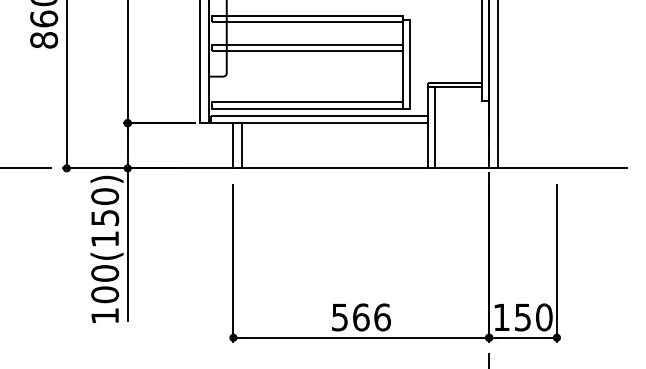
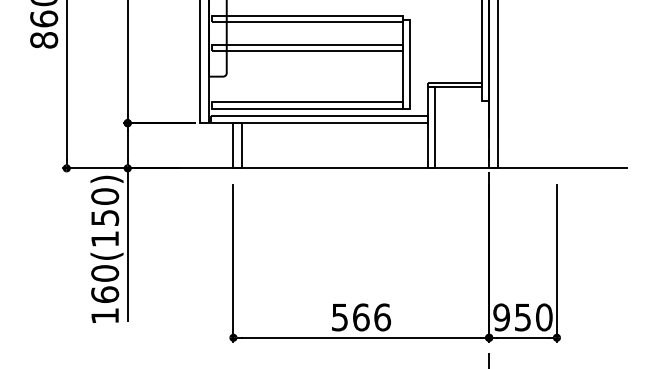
line at (26, 168): present -> none
text at (104, 294): 100(150) -> 160(150)
text at (501, 317): 150 -> 950
